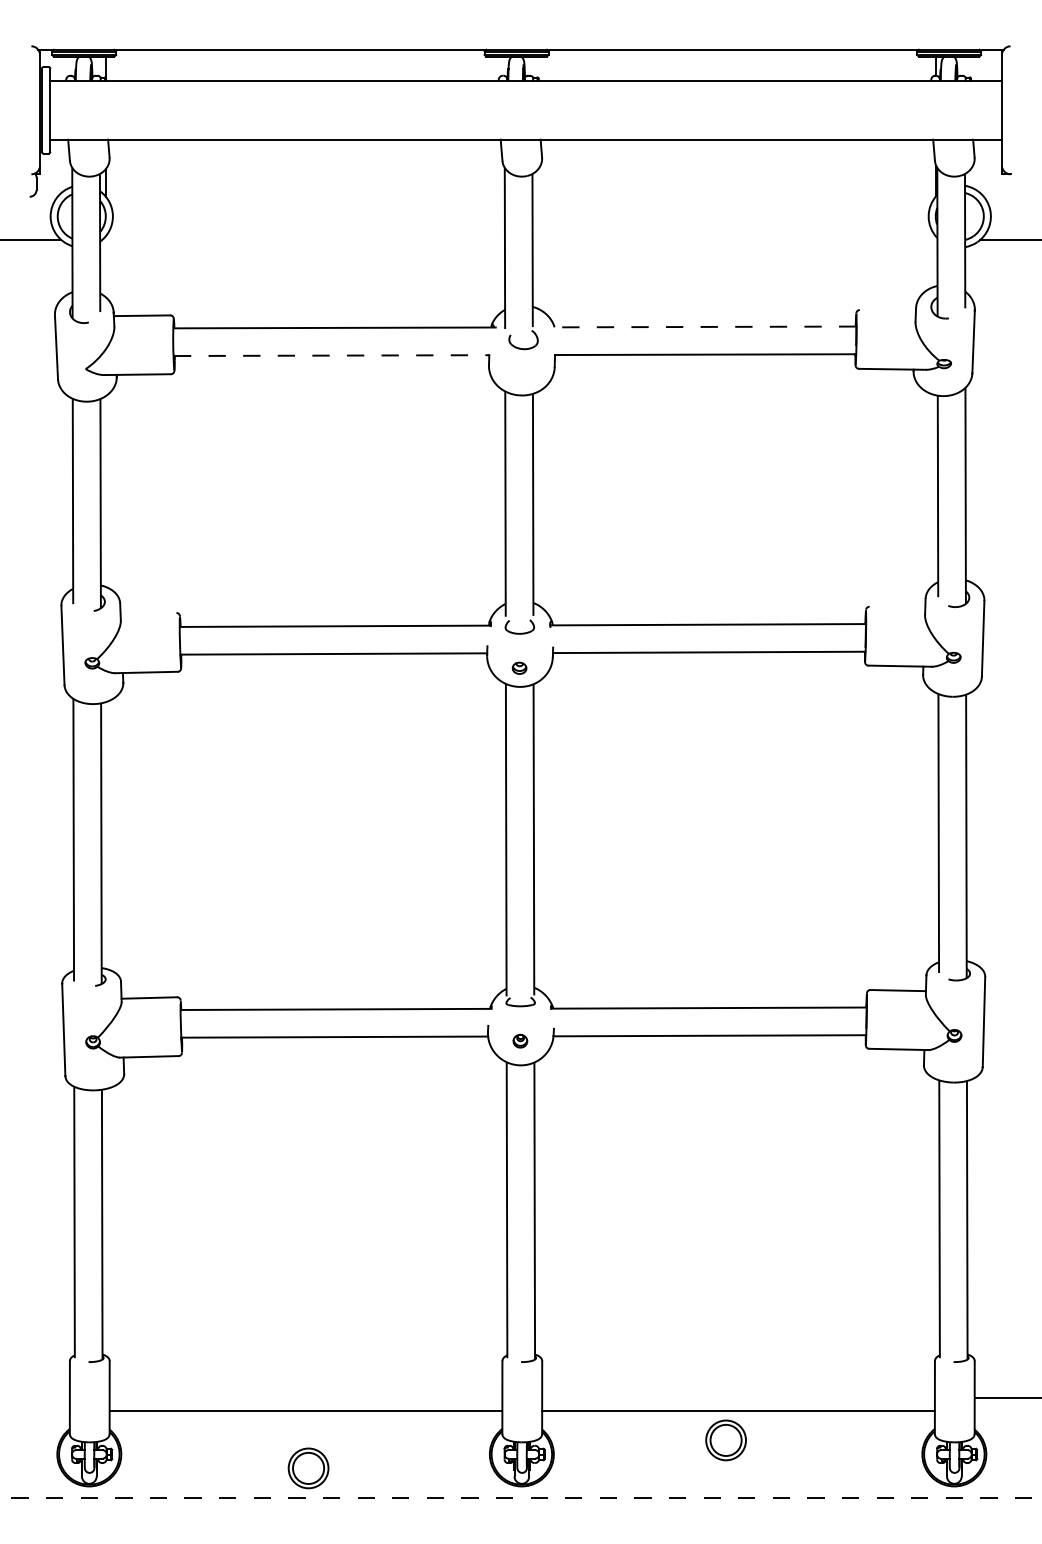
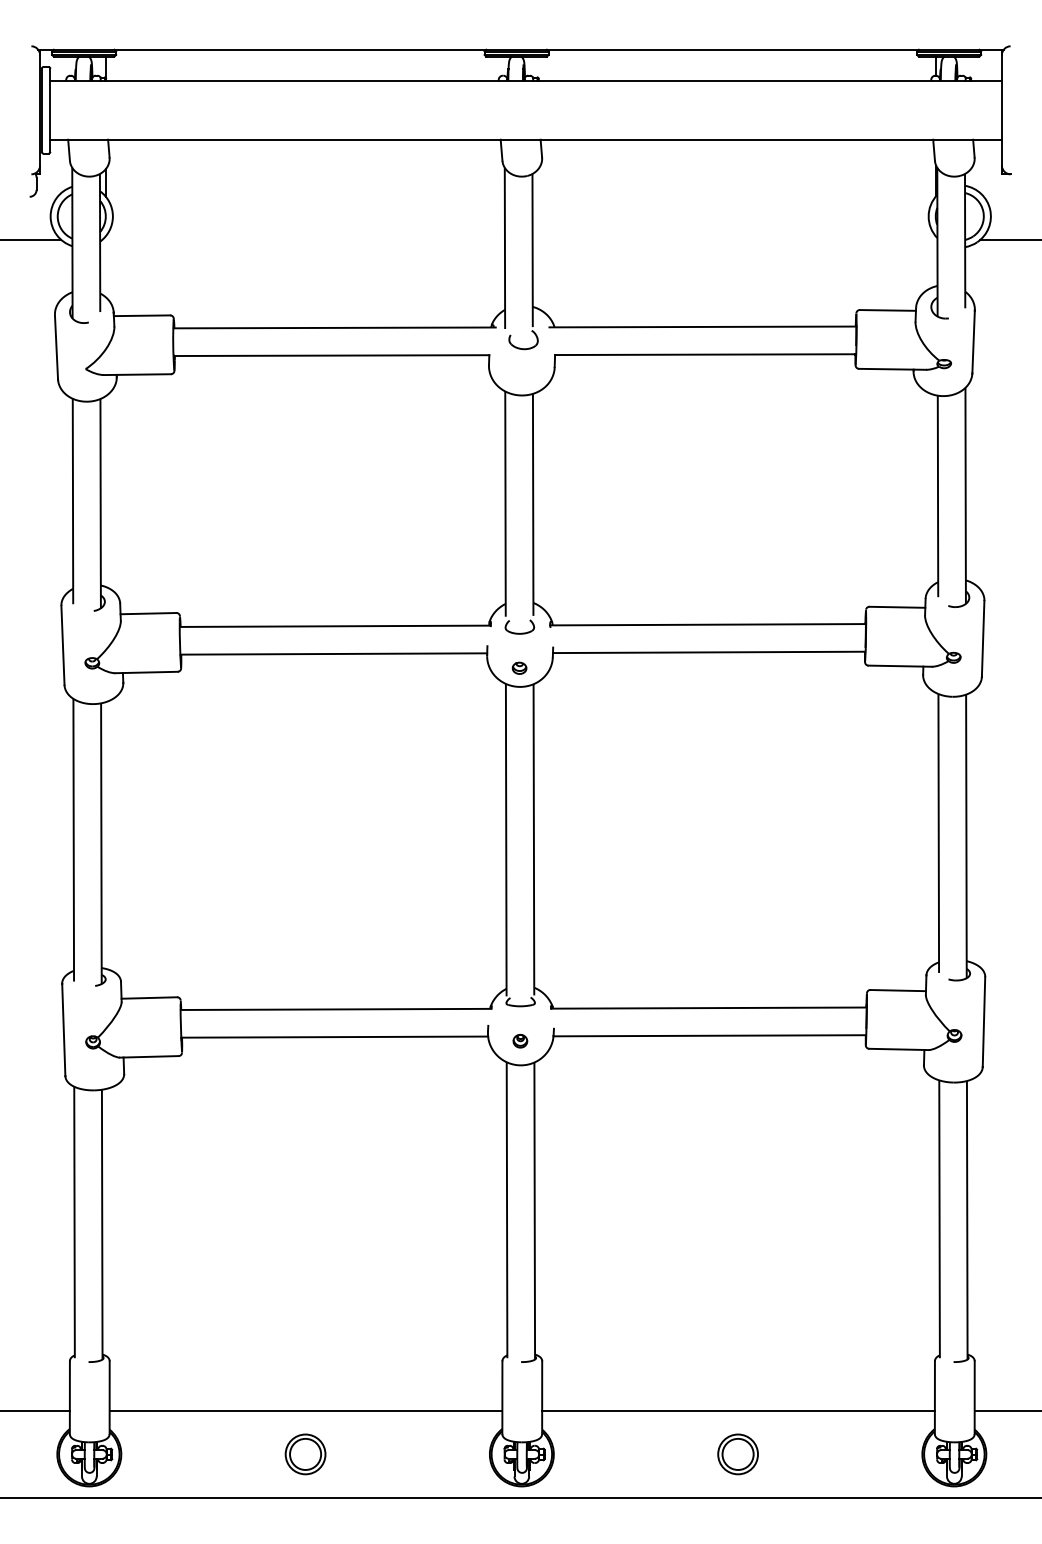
line at (887, 310): none -> present
line at (702, 326): dashed -> solid
line at (331, 355): dashed -> solid
line at (897, 606): none -> present
line at (148, 613): none -> present
line at (1006, 1398) position: (1006, 1398) -> (1006, 1411)
line at (35, 1411): none -> present
part at (725, 1440) position: (725, 1440) -> (737, 1454)
part at (308, 1468) position: (308, 1468) -> (305, 1454)
line at (521, 1497): dashed -> solid
